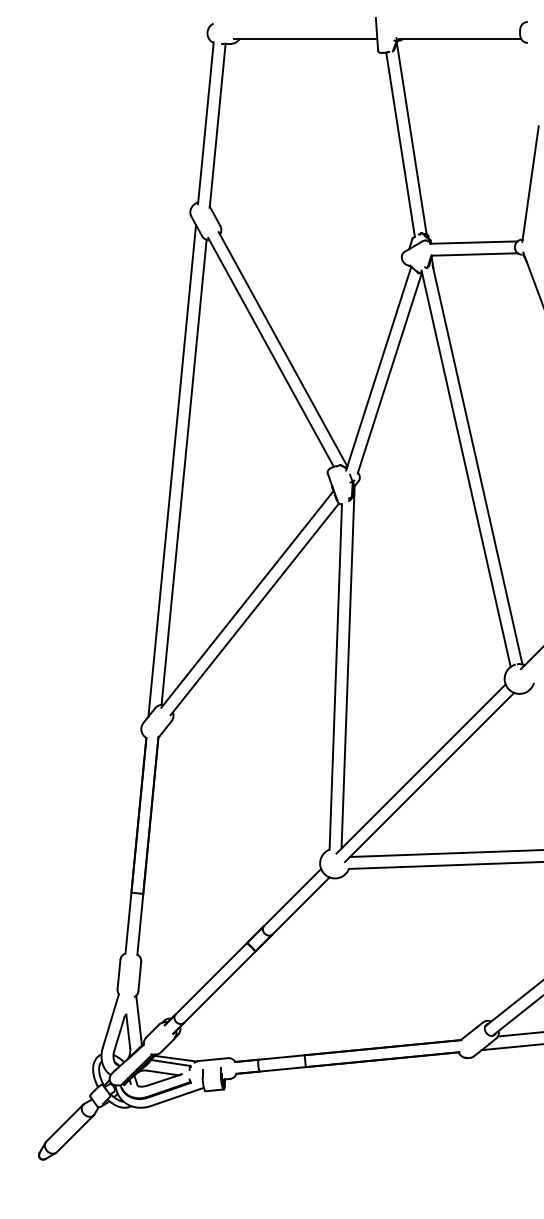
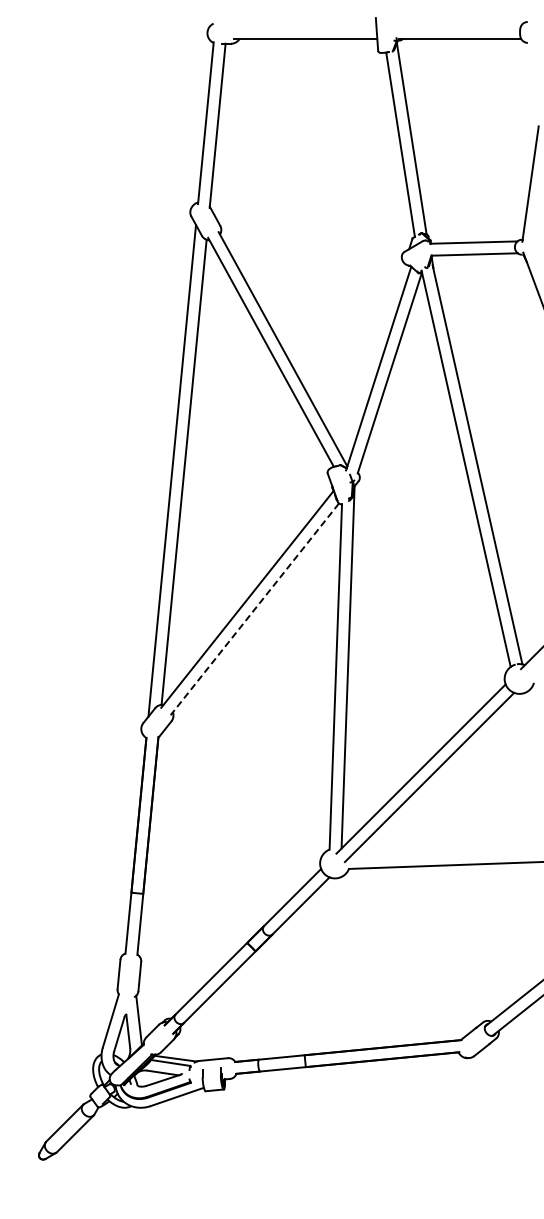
line at (254, 609): solid -> dashed
line at (445, 853): present -> none
line at (518, 1034): present -> none
line at (510, 1047): present -> none
